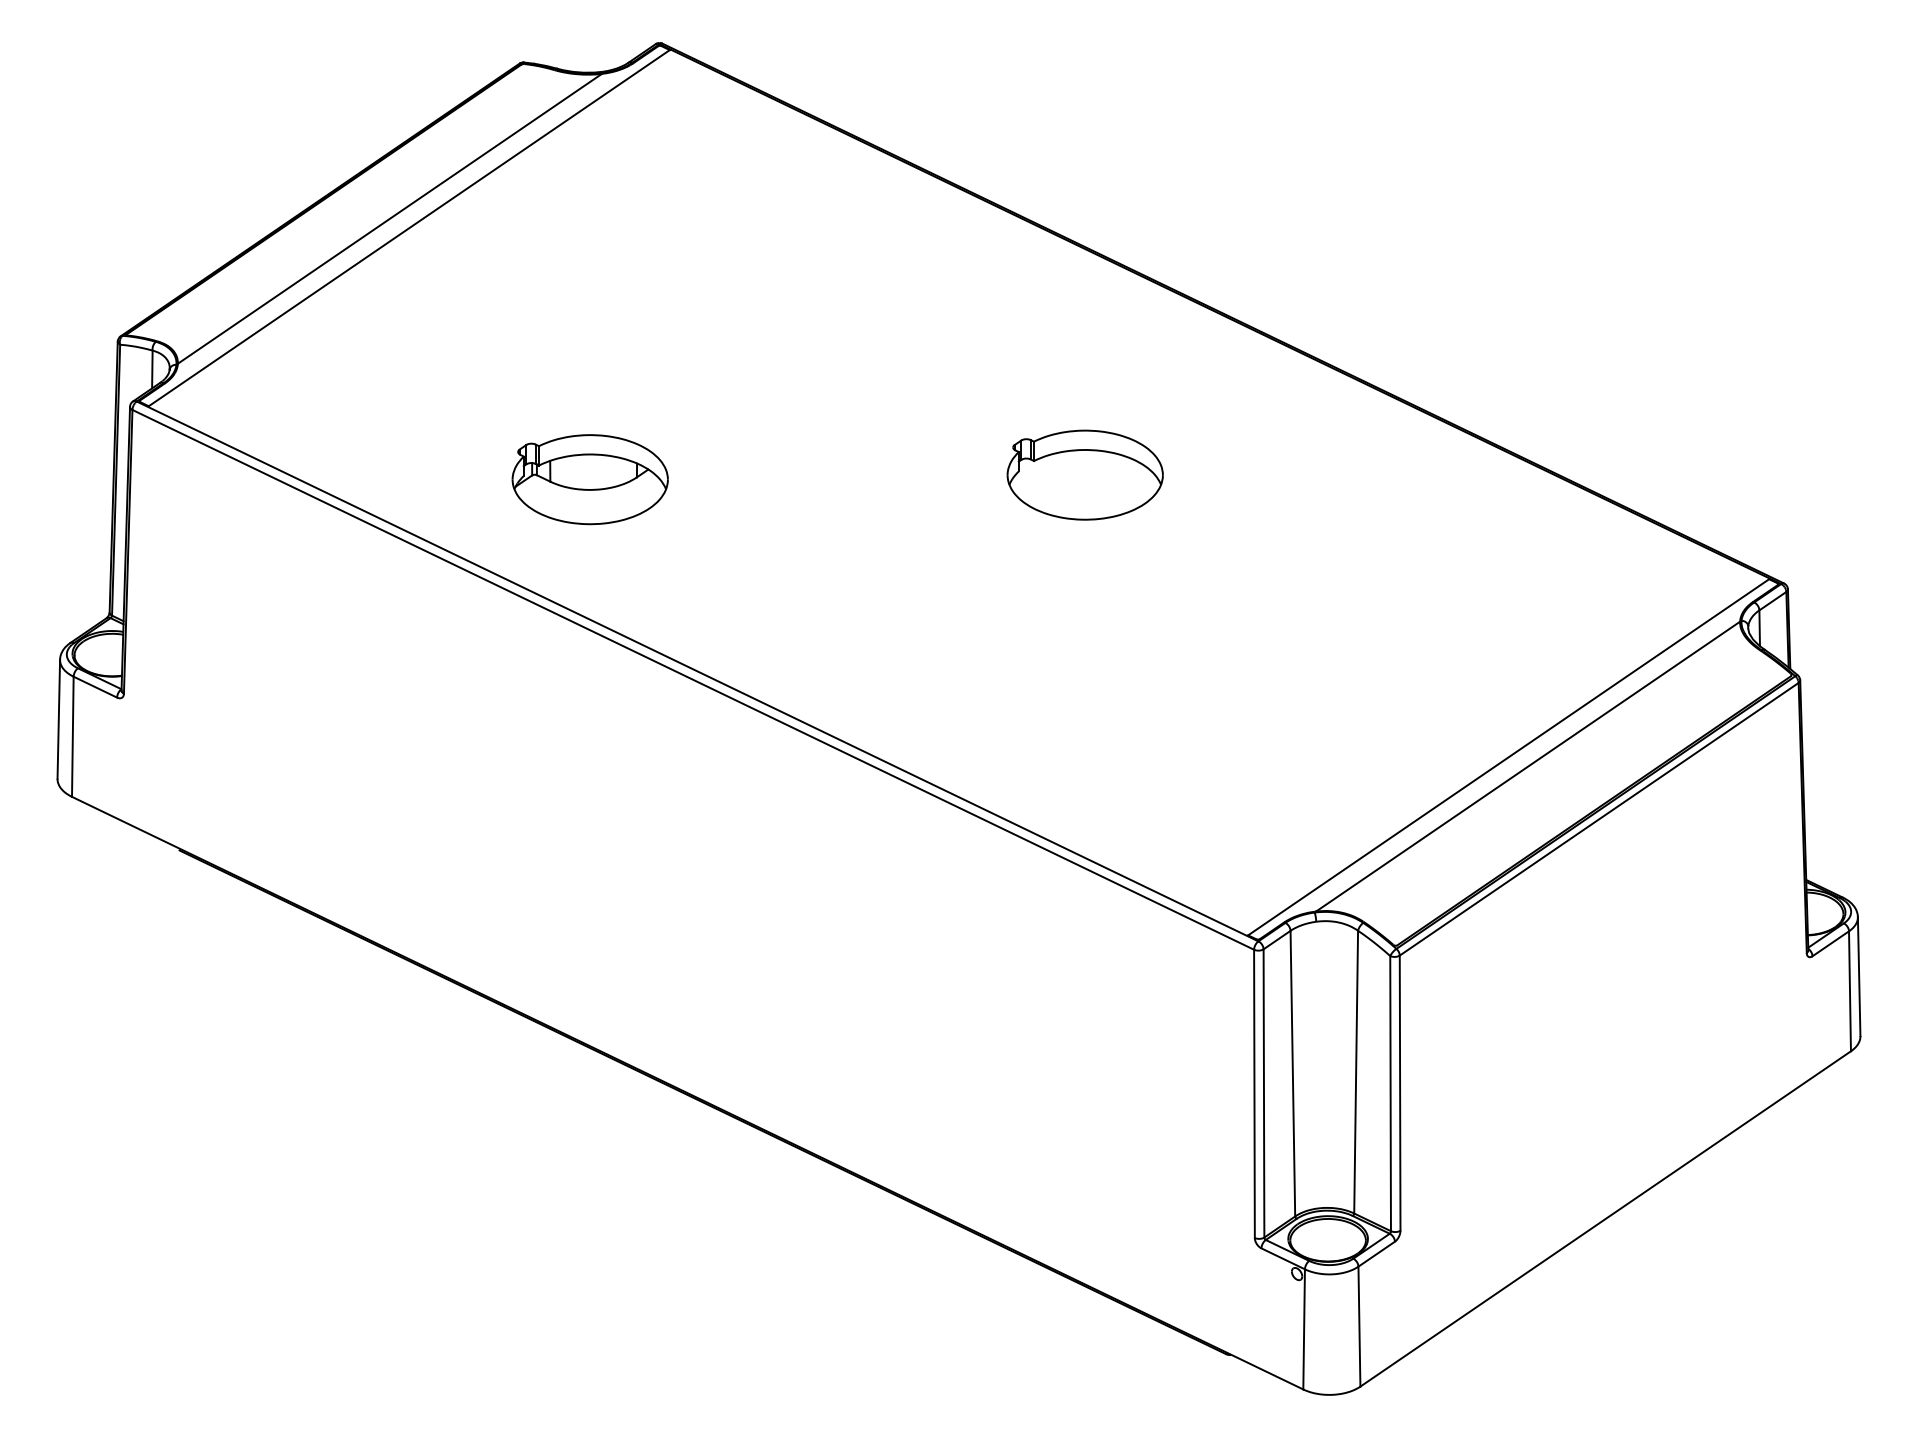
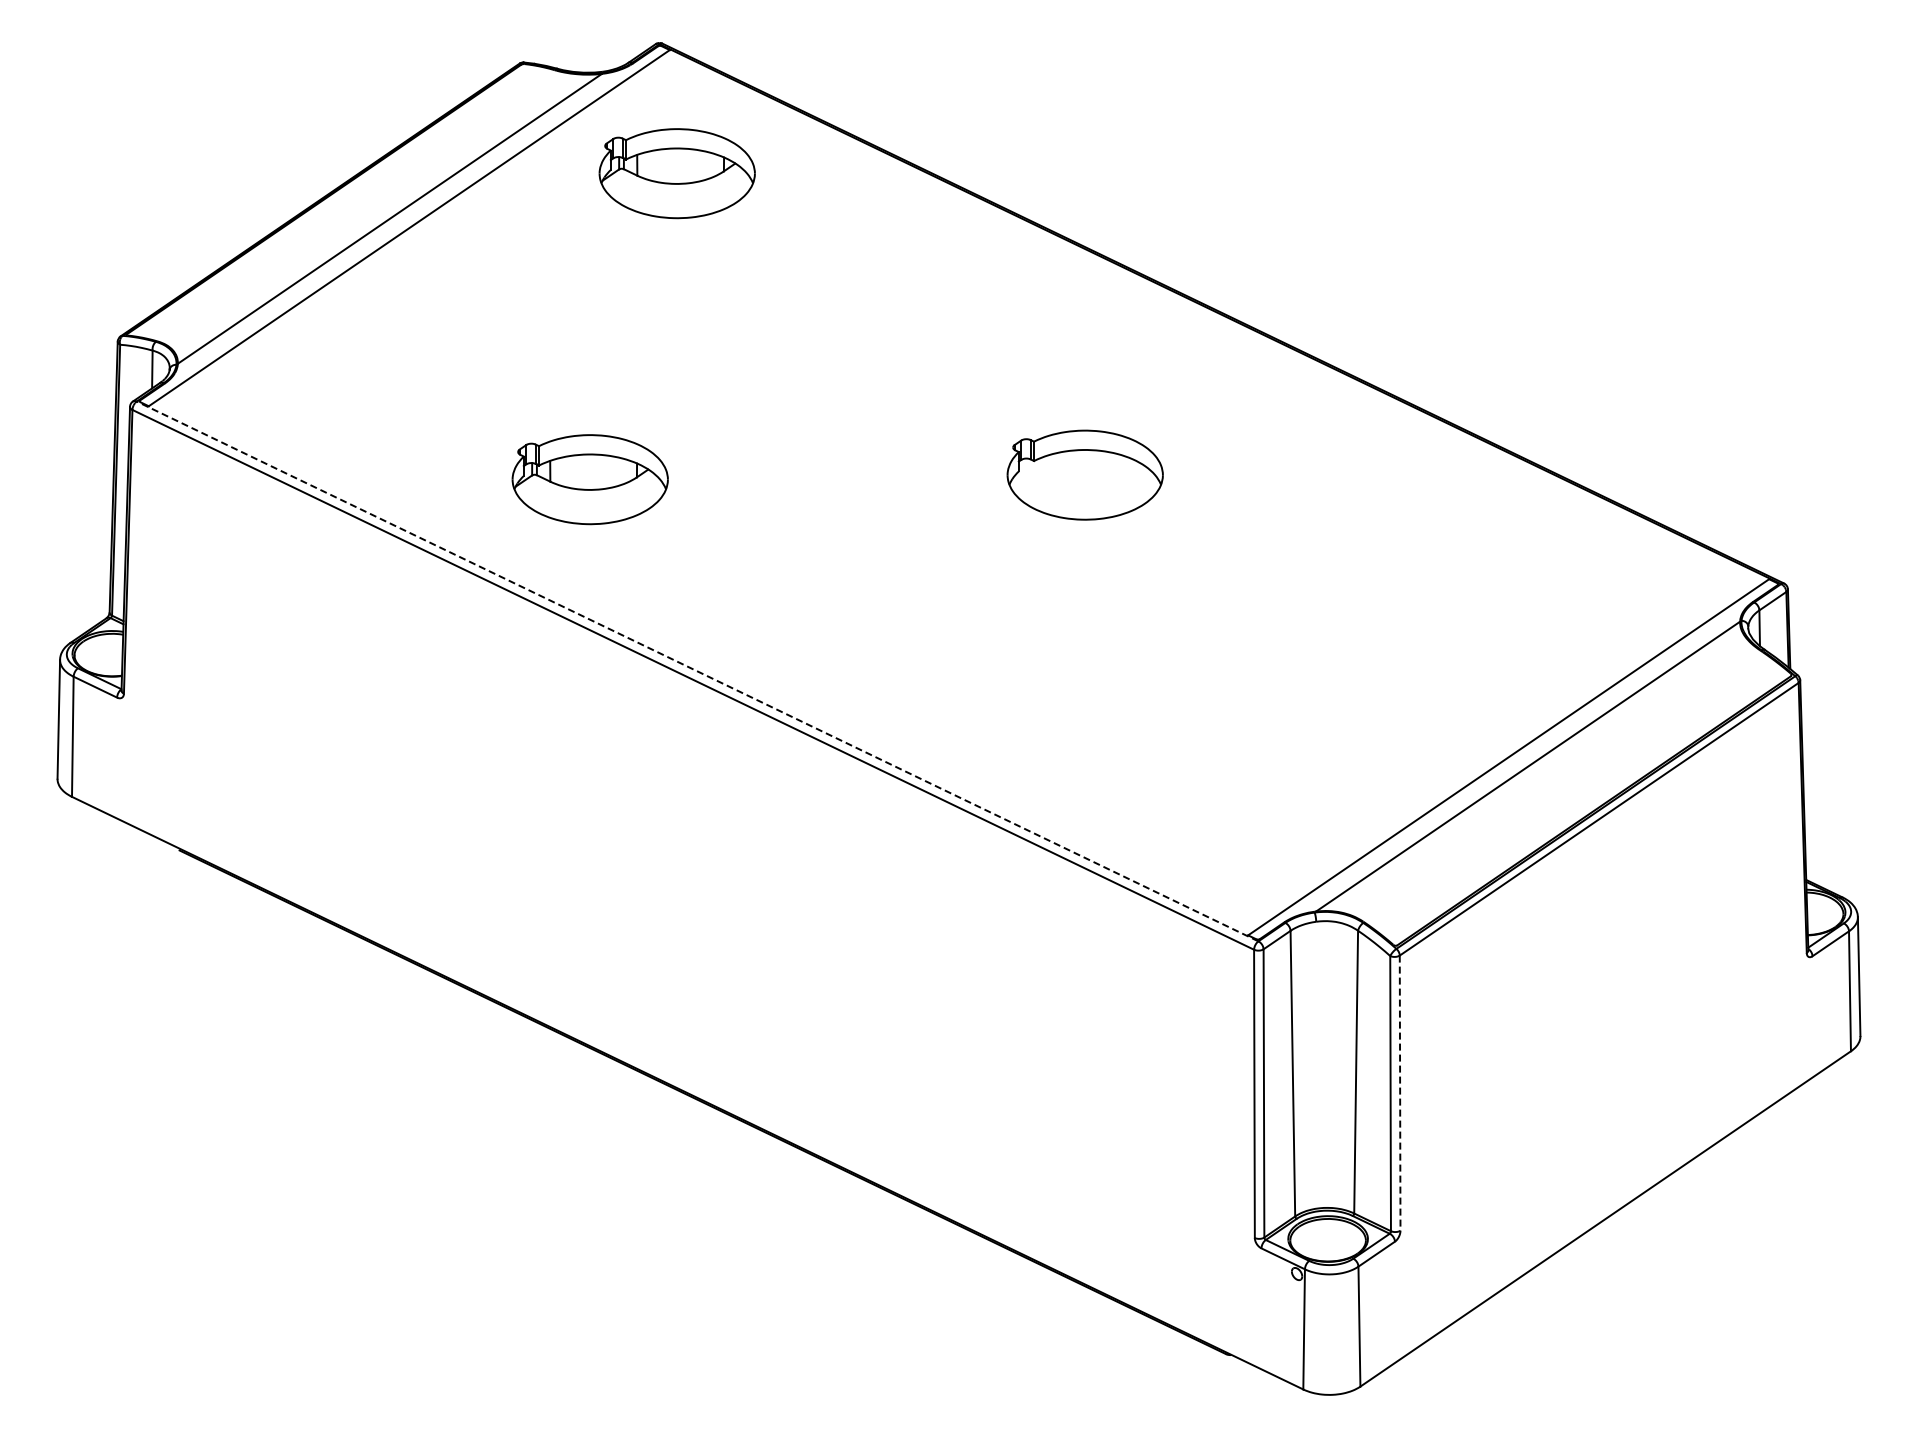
part at (676, 173): none -> present
line at (697, 671): solid -> dashed
line at (1400, 1093): solid -> dashed
